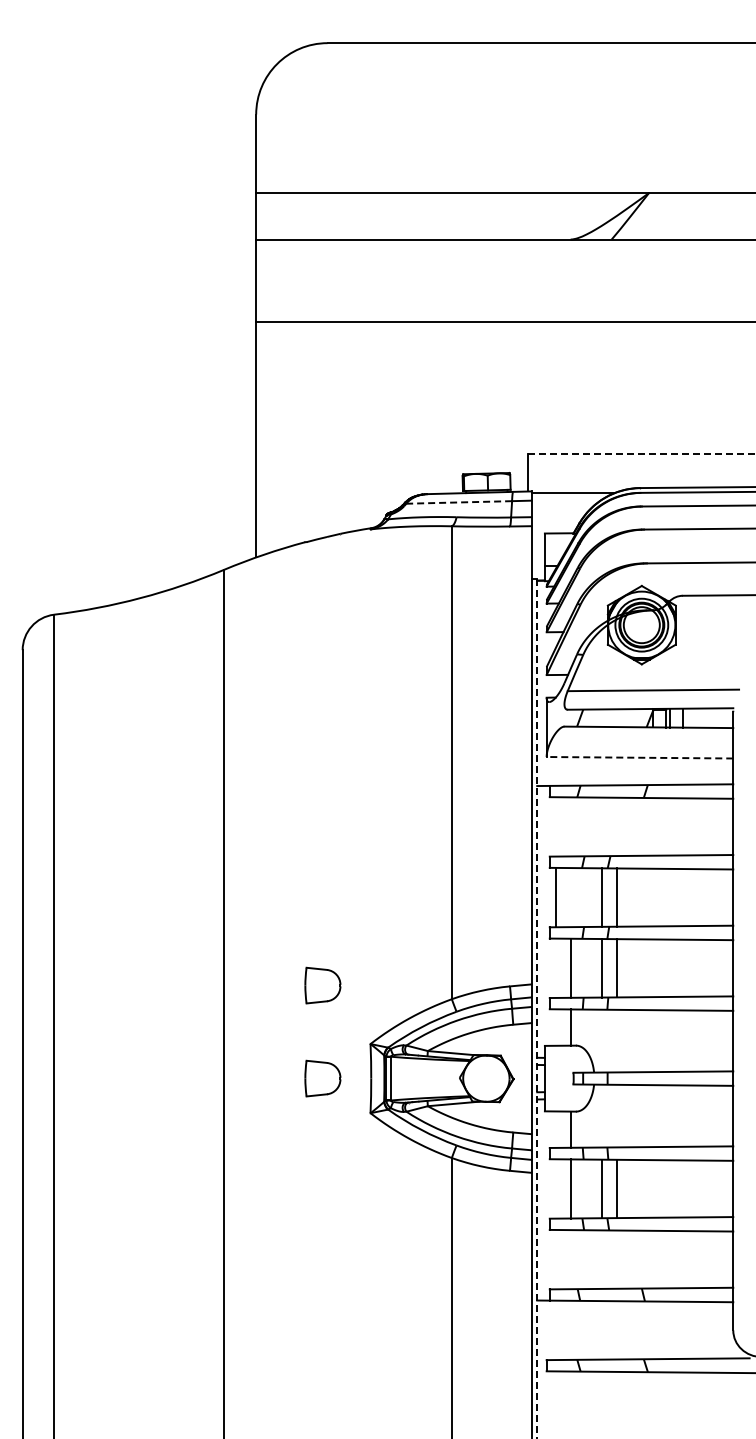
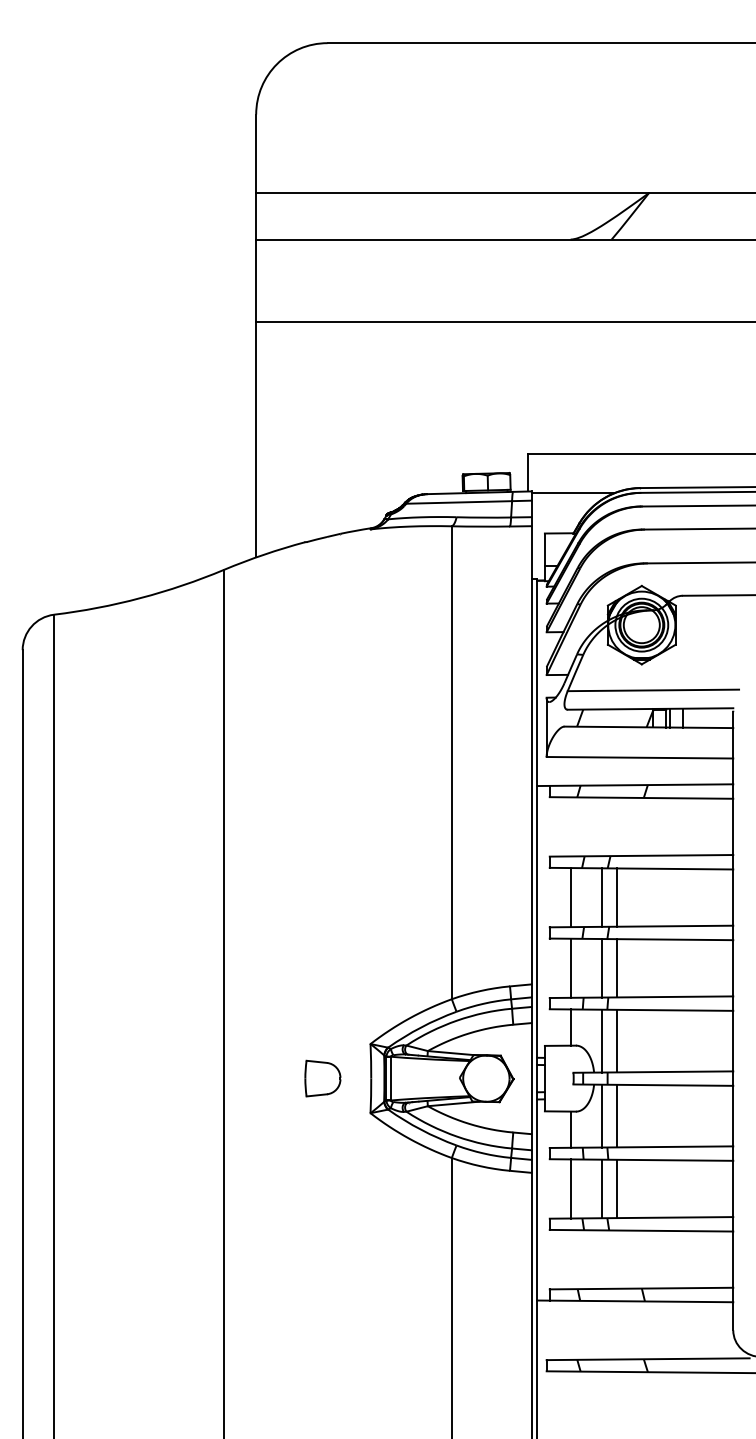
line at (641, 453): dashed -> solid
line at (459, 502): dashed -> solid
line at (639, 757): dashed -> solid
line at (555, 897) position: (555, 897) -> (570, 897)
part at (322, 985): present -> none
line at (537, 1008): dashed -> solid
line at (601, 1040): none -> present
line at (617, 1040): none -> present
line at (601, 1115): none -> present
line at (617, 1115): none -> present
